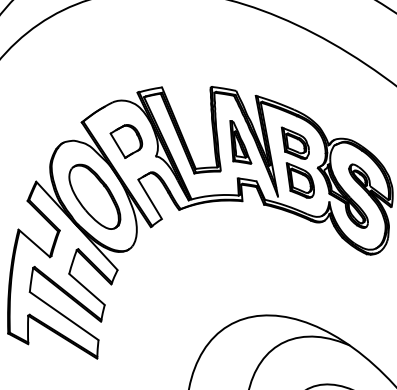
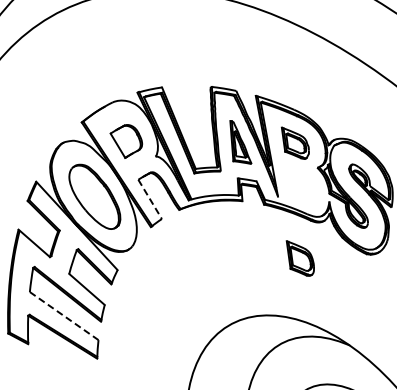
part at (299, 180) position: (299, 180) -> (299, 258)
line at (150, 199): solid -> dashed
line at (64, 316): solid -> dashed
